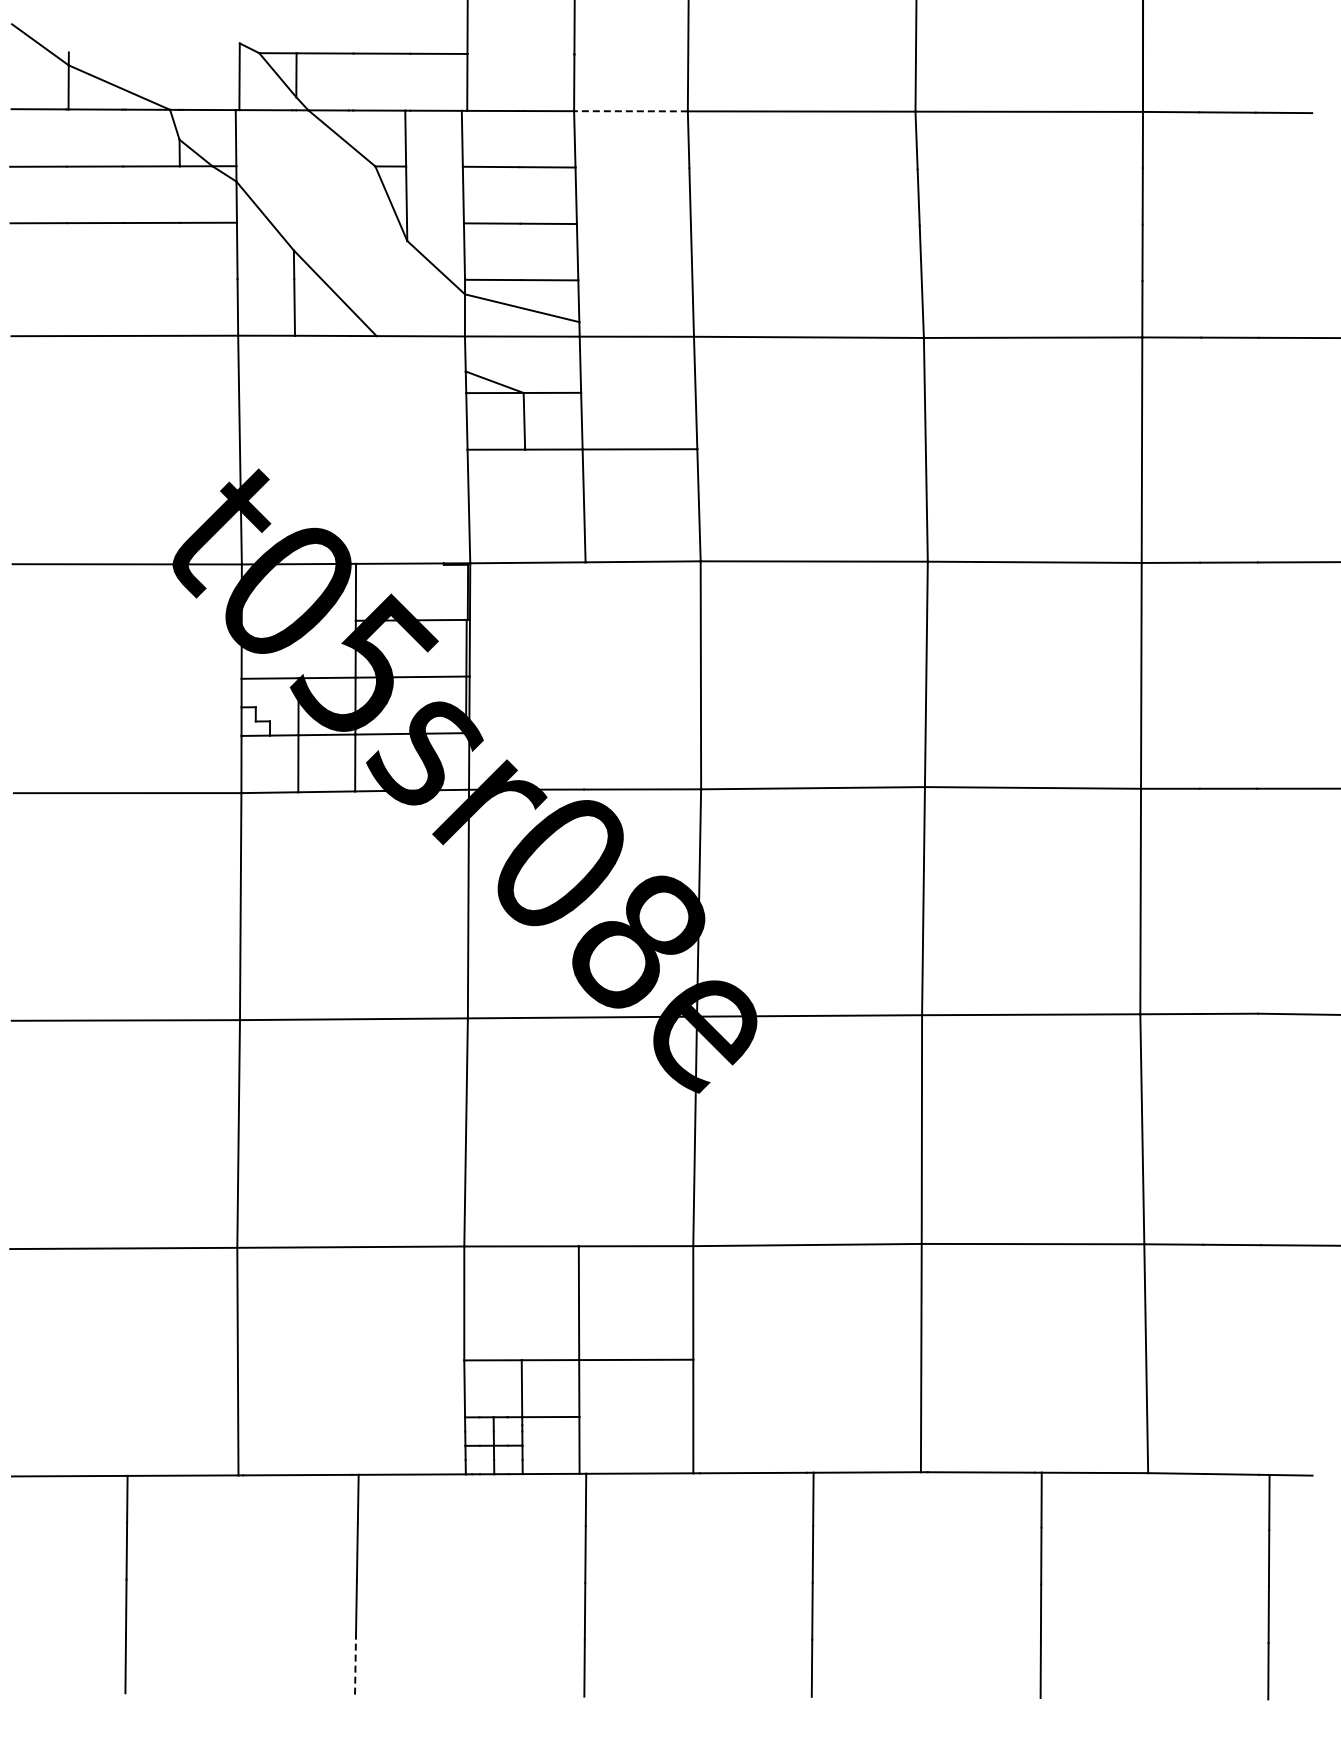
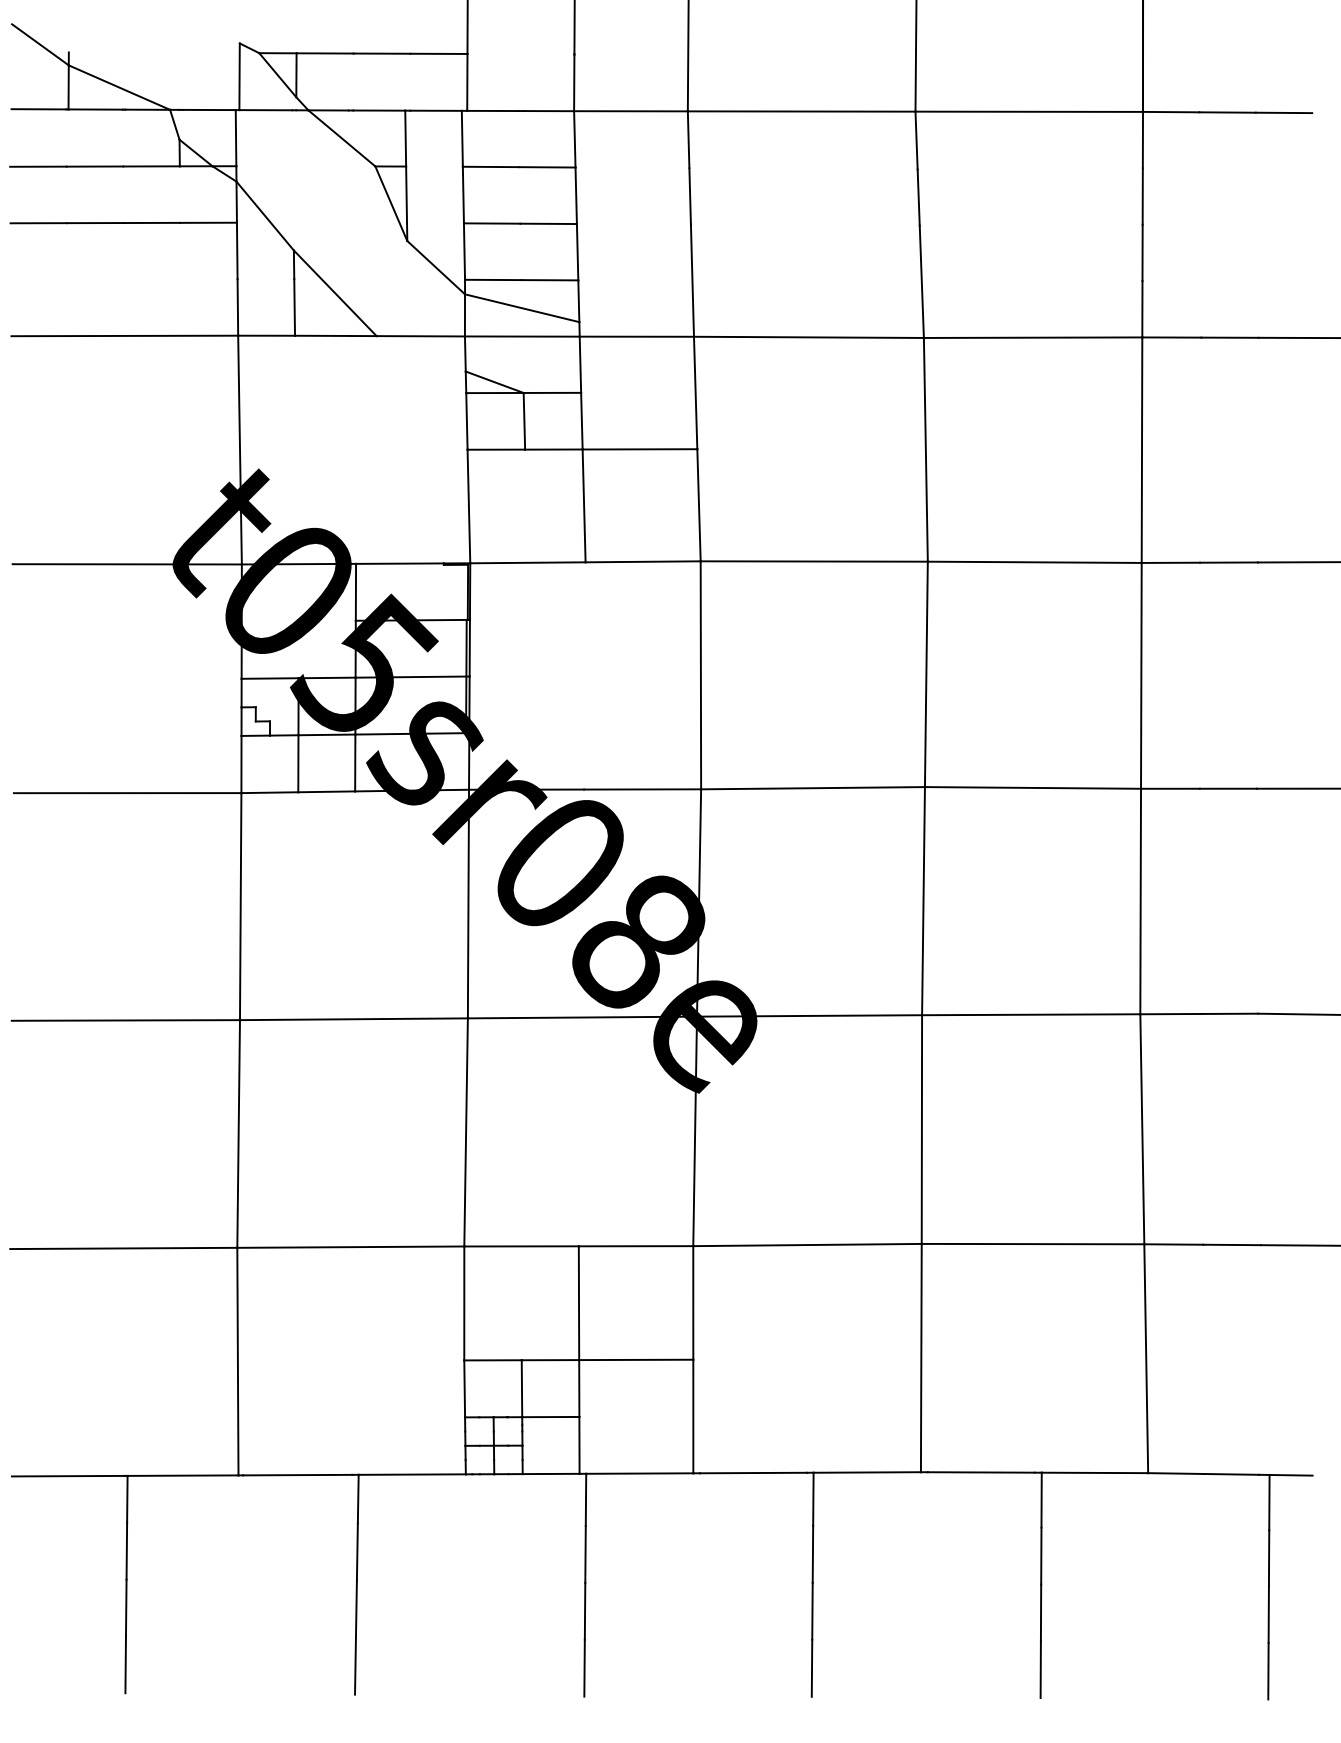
line at (630, 111): dashed -> solid
line at (355, 1666): dashed -> solid
